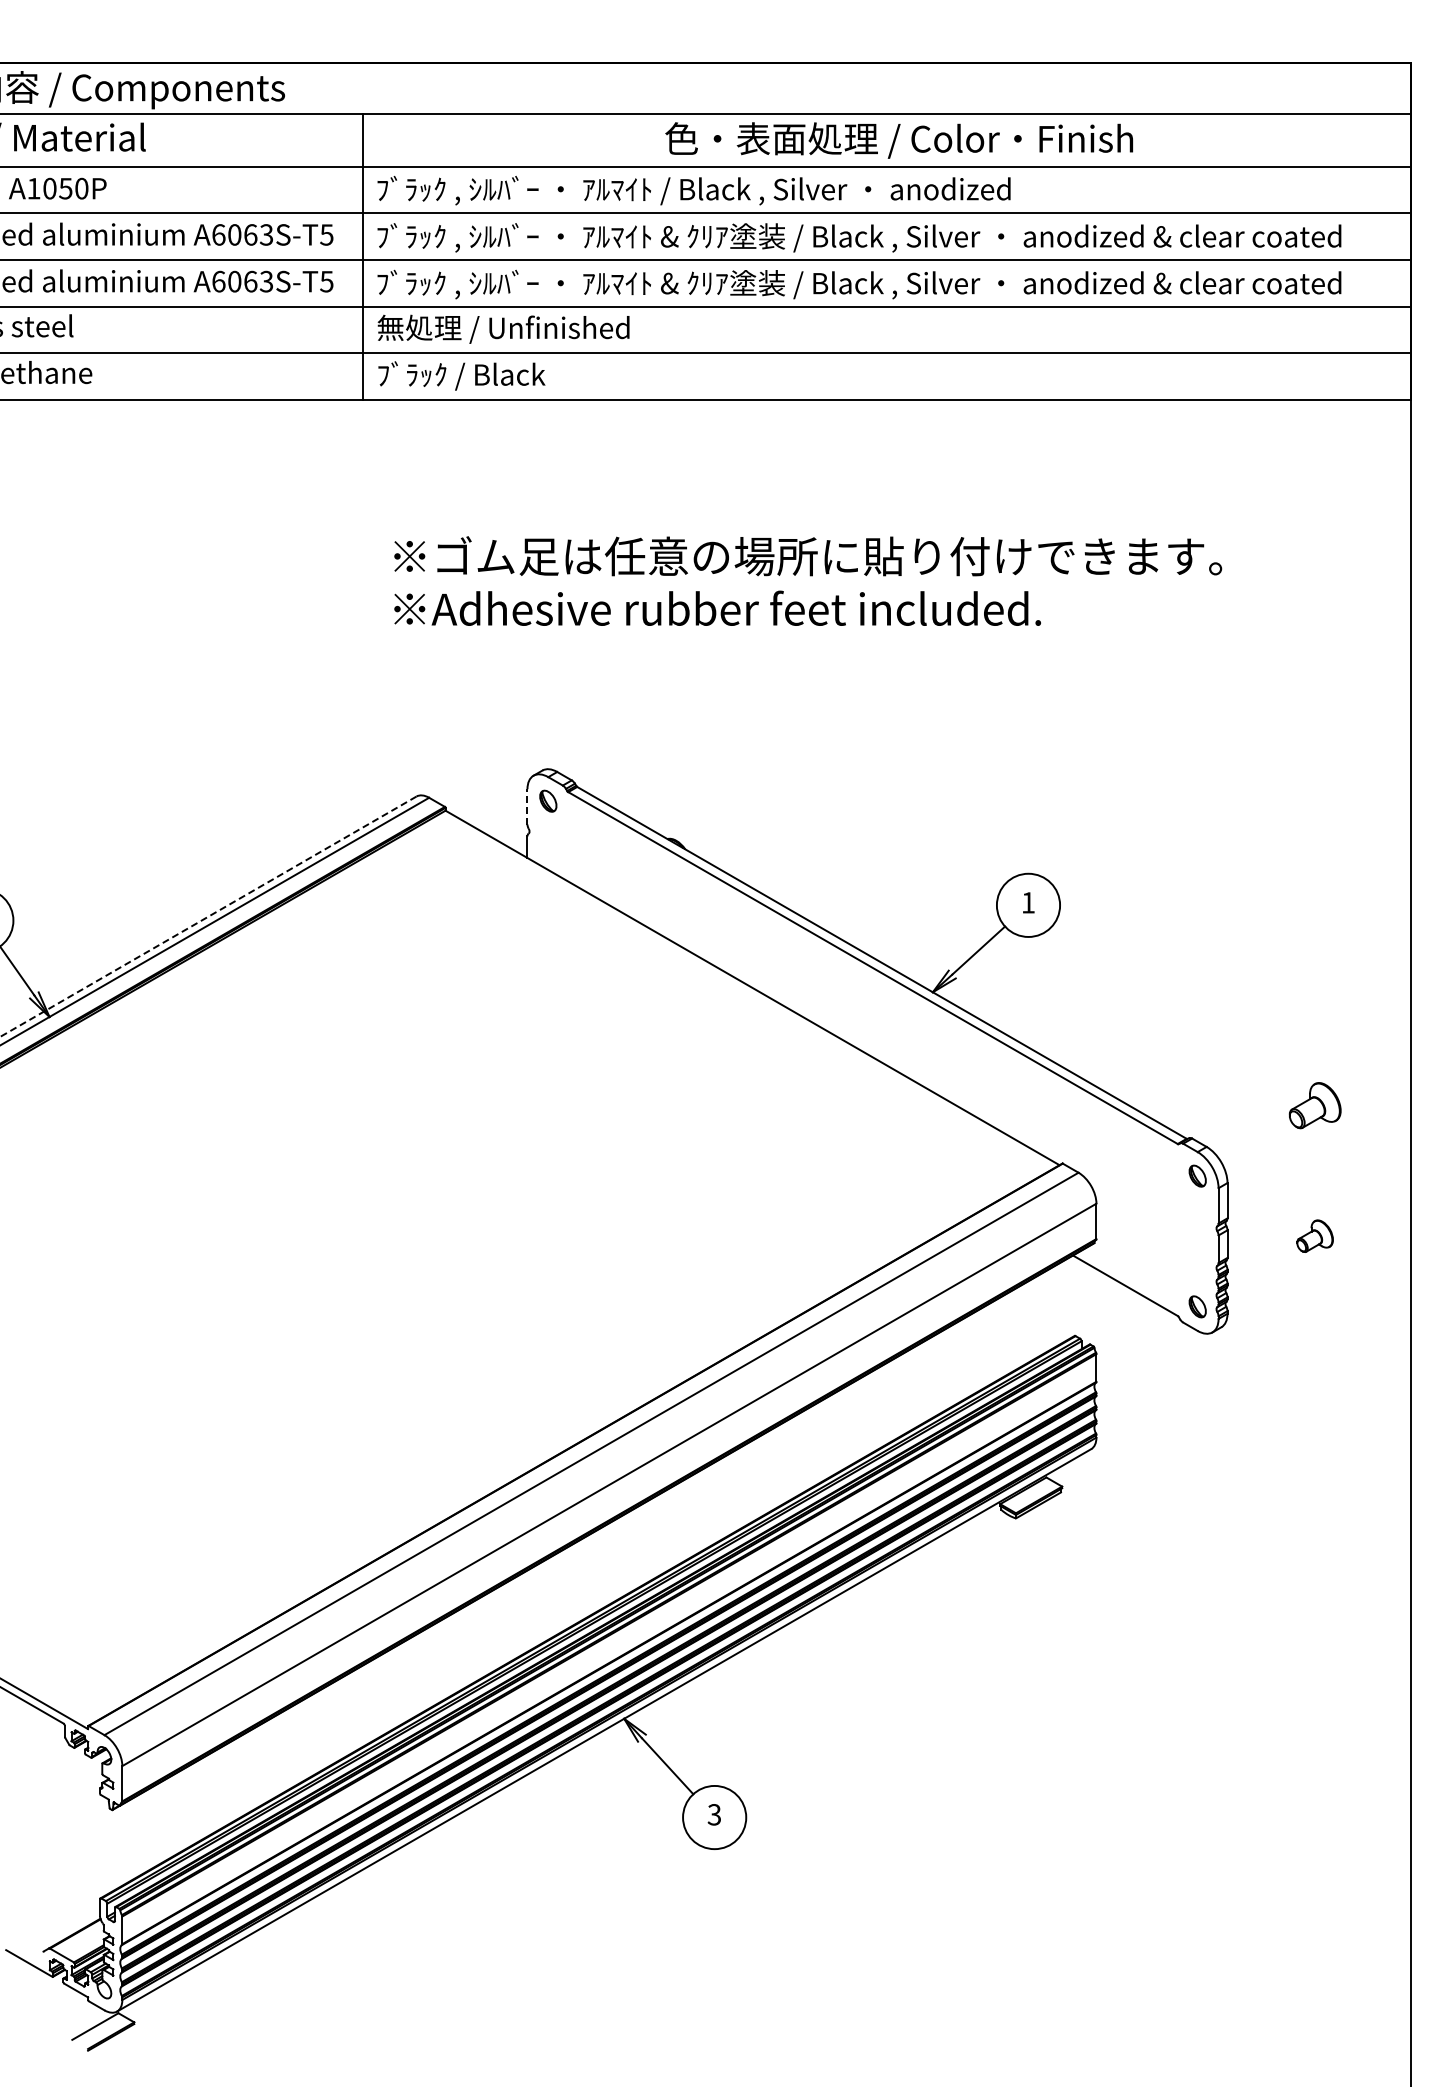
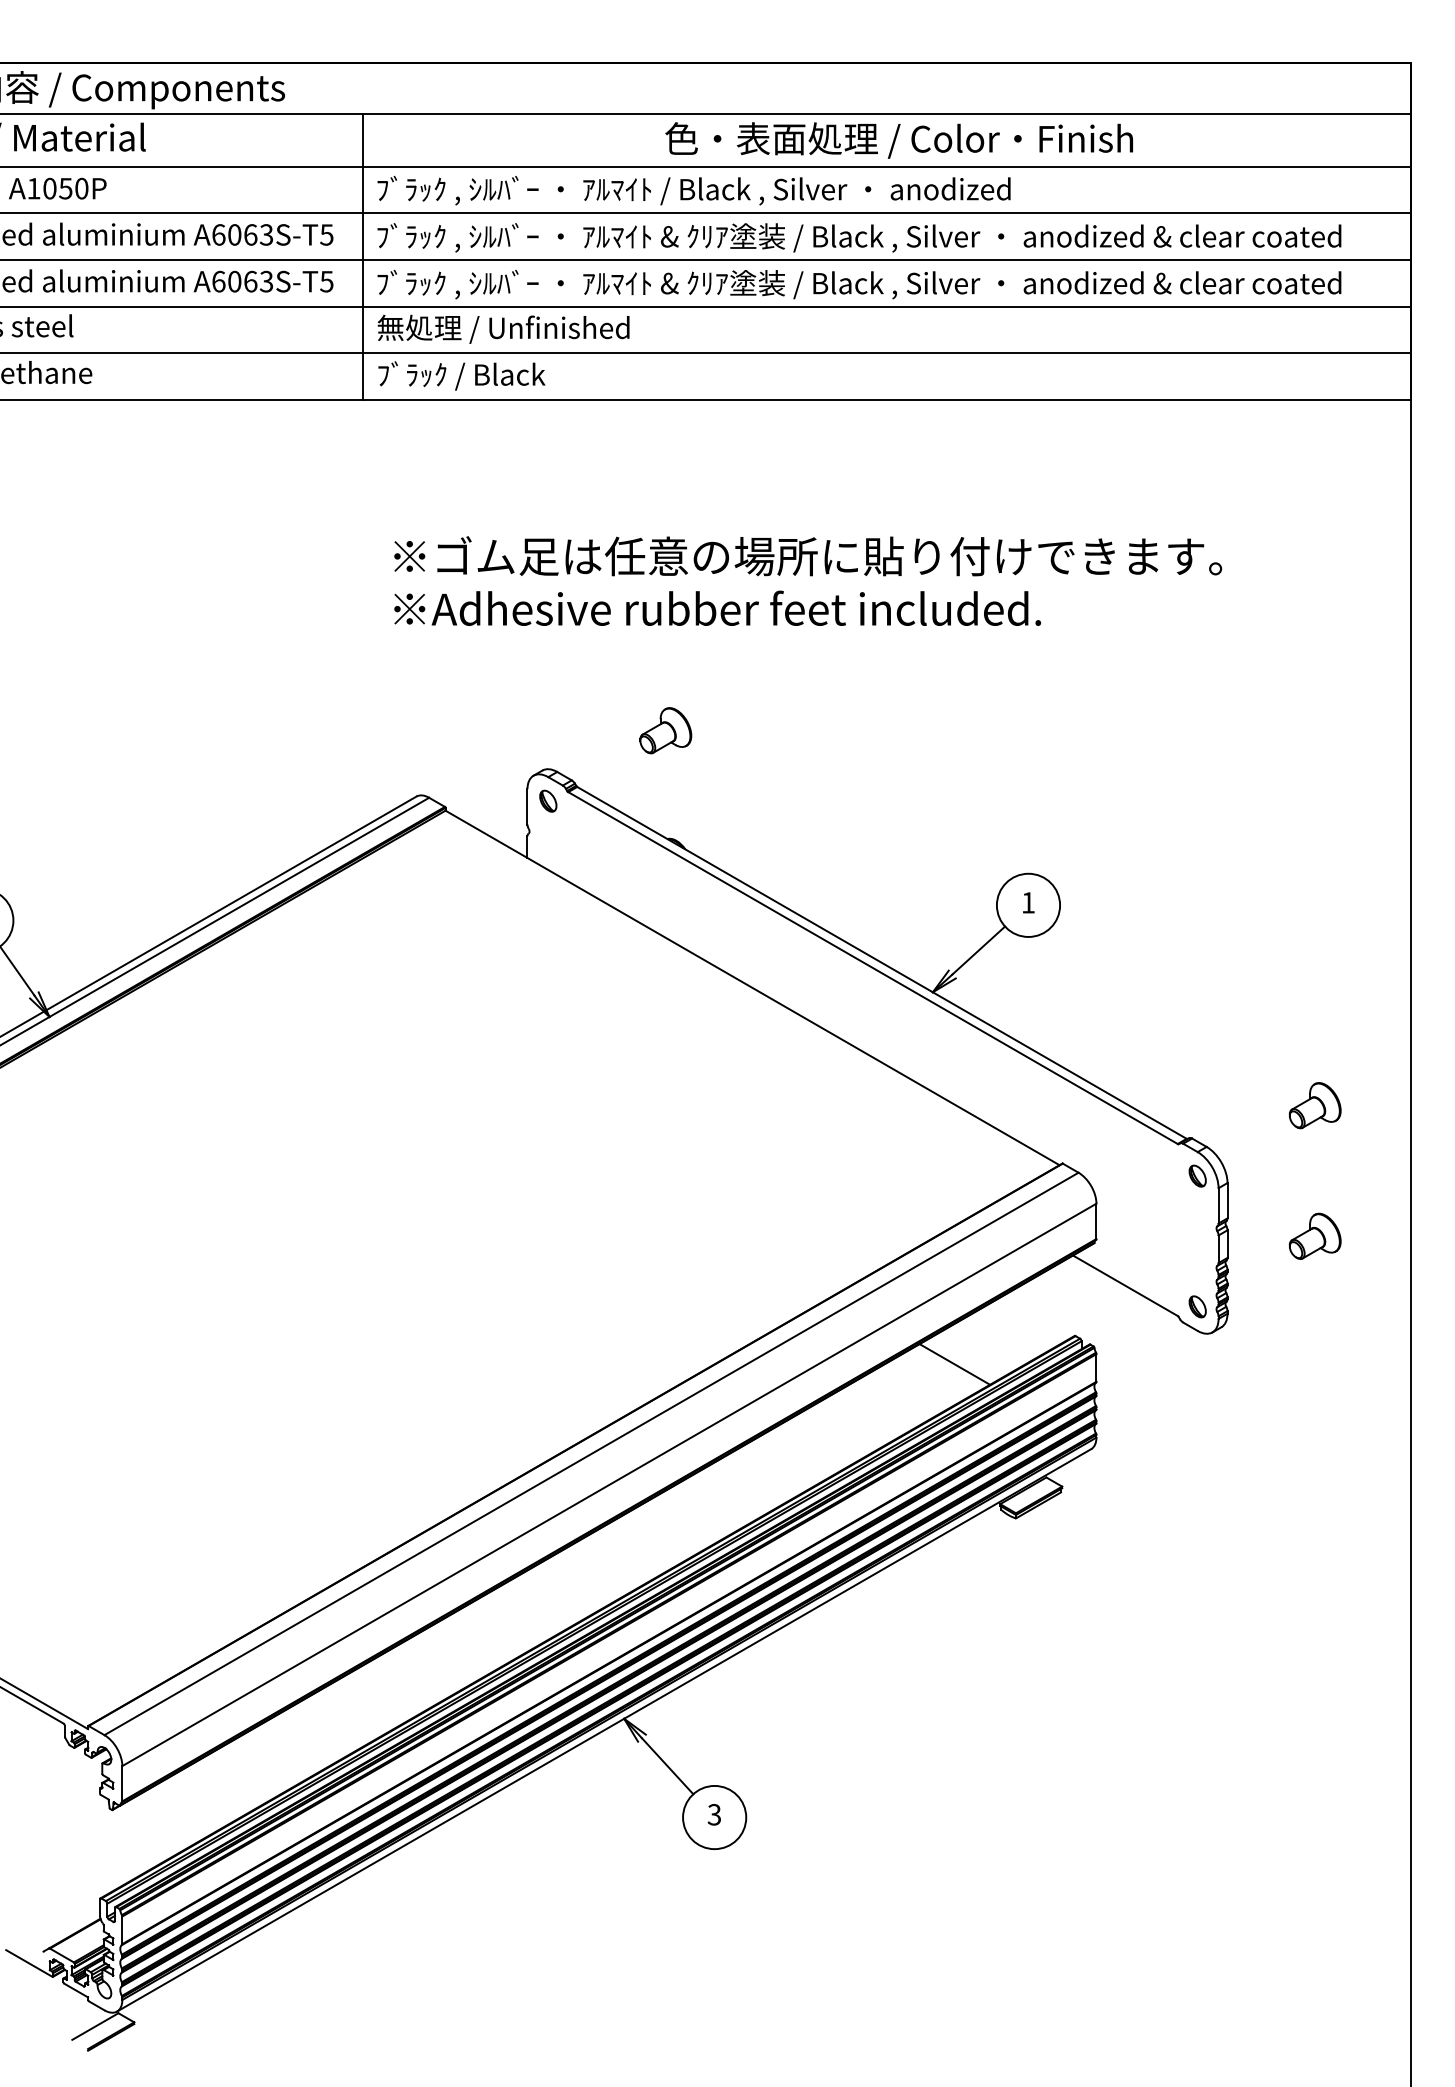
part at (665, 730): none -> present
line at (527, 806): dashed -> solid
line at (207, 917): dashed -> solid
part at (1314, 1235) size: 38x34 px -> 54x48 px
line at (954, 1364): none -> present
